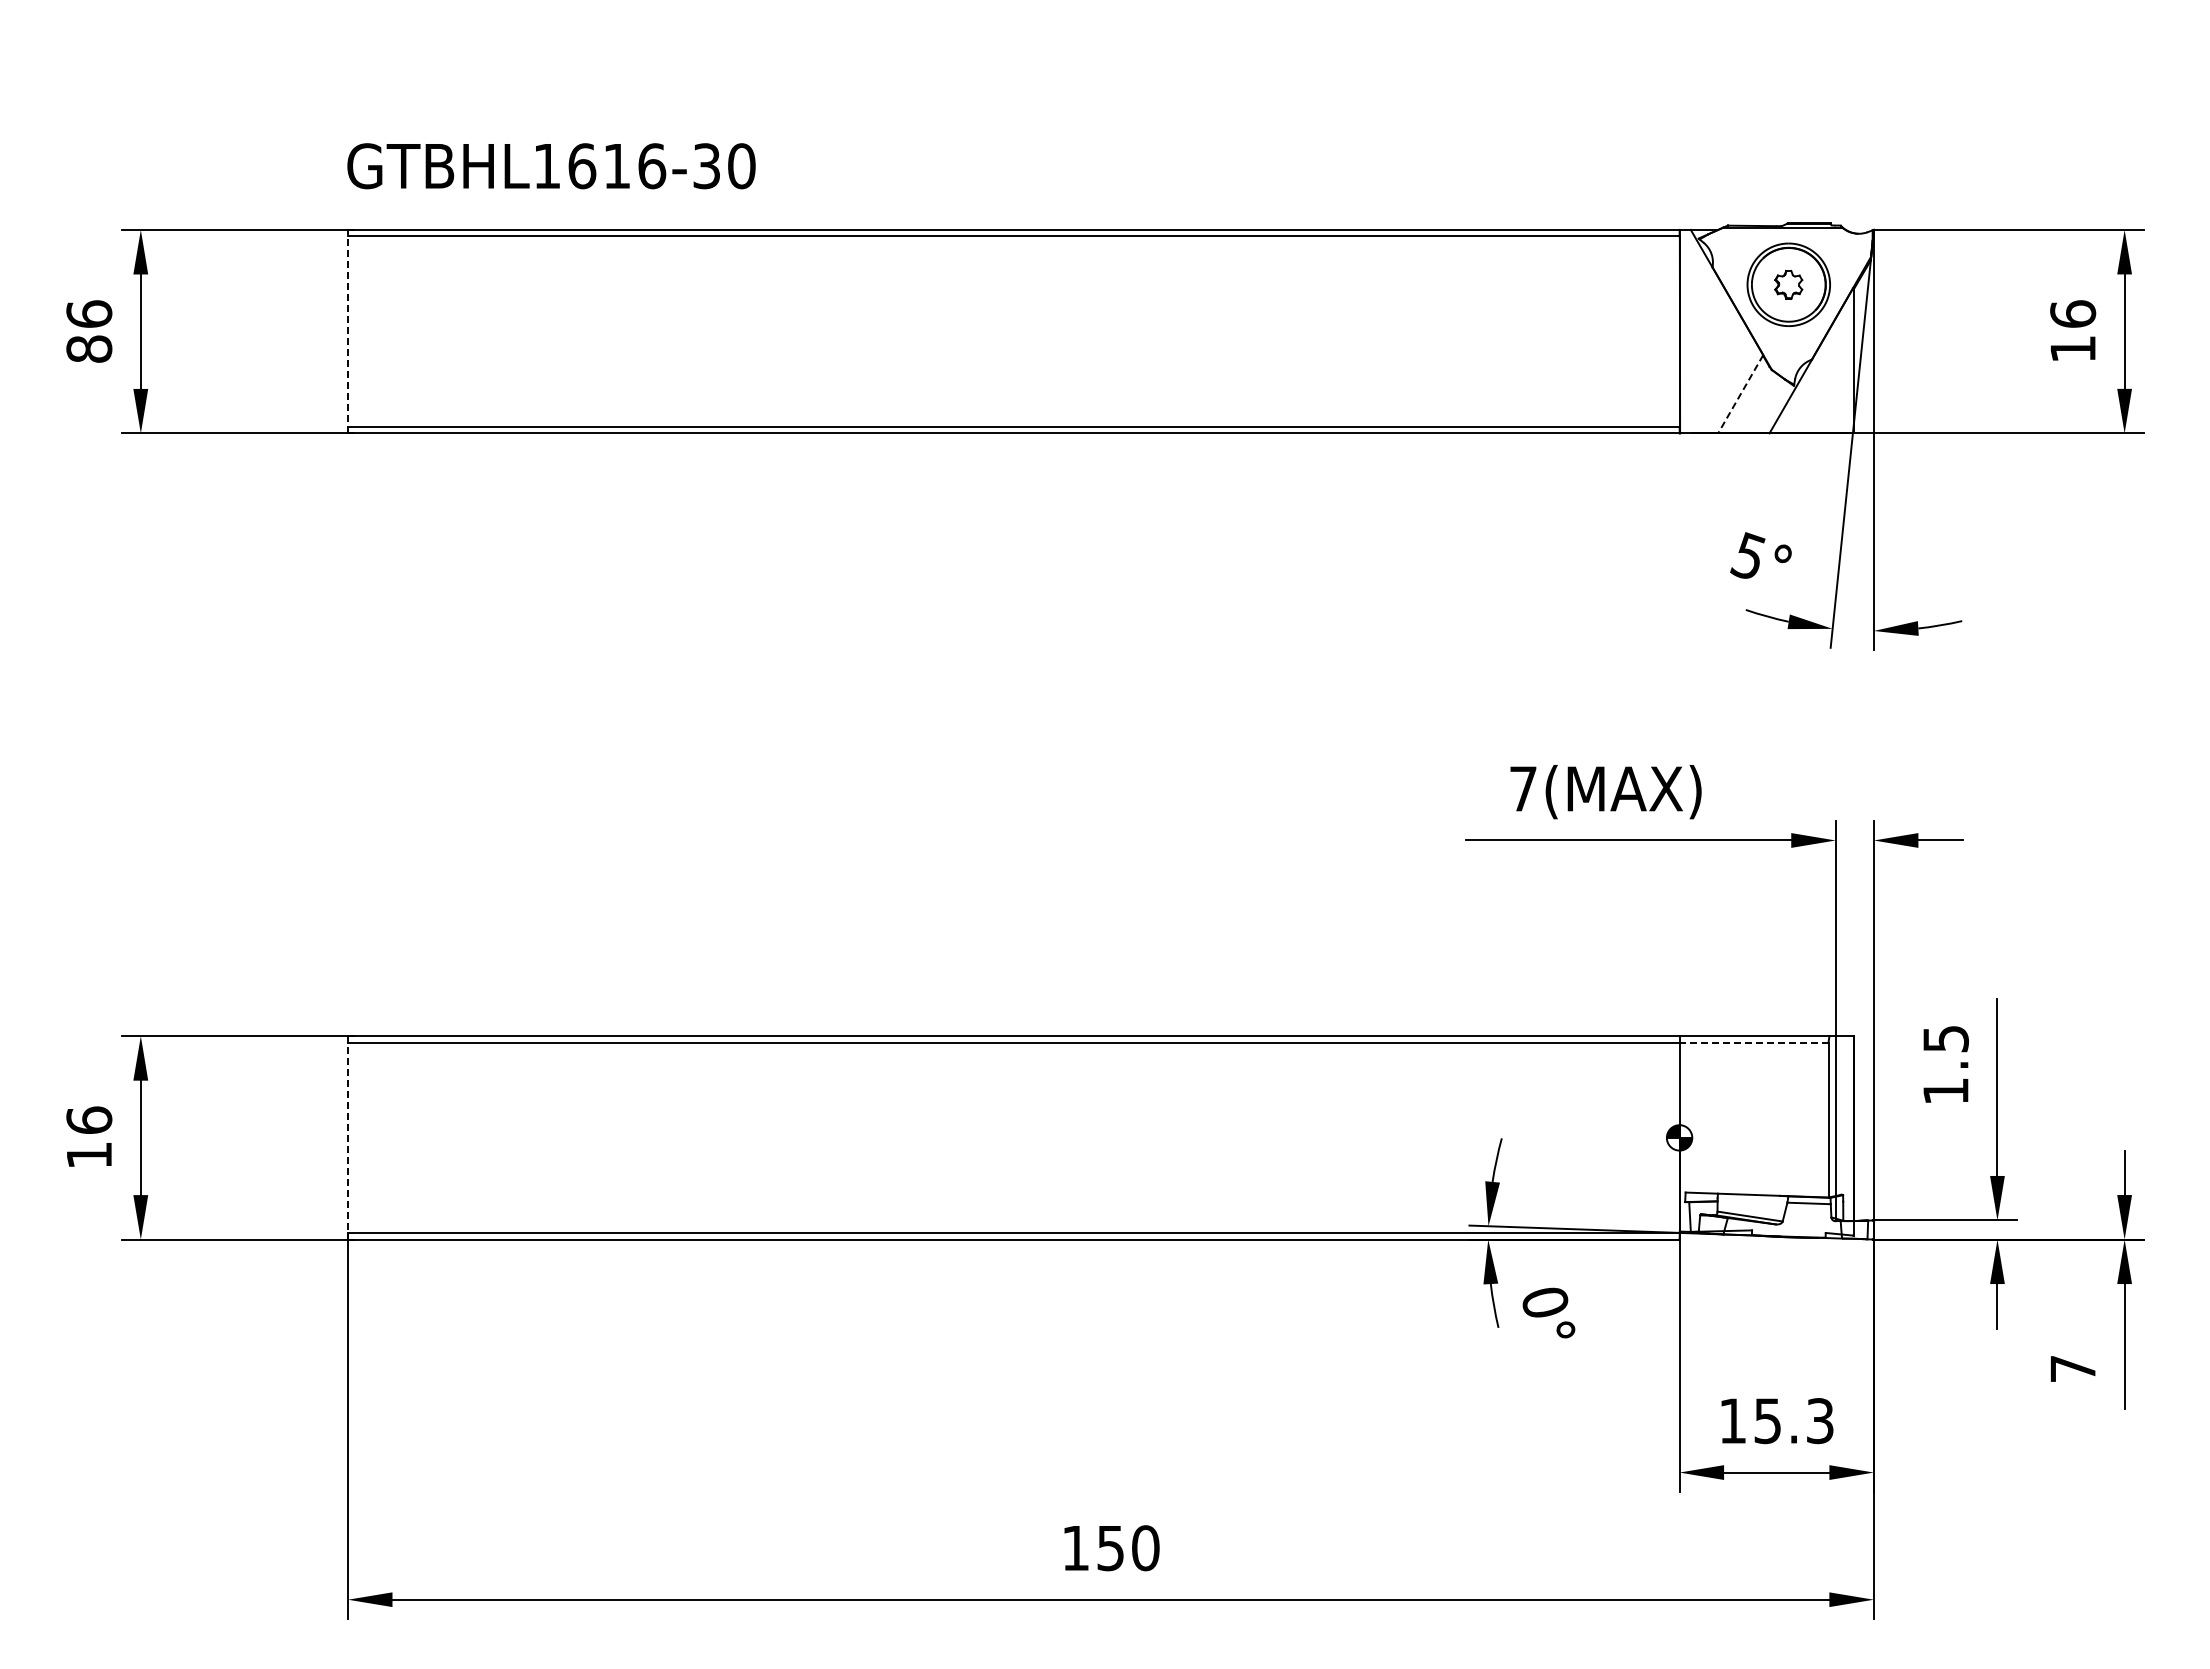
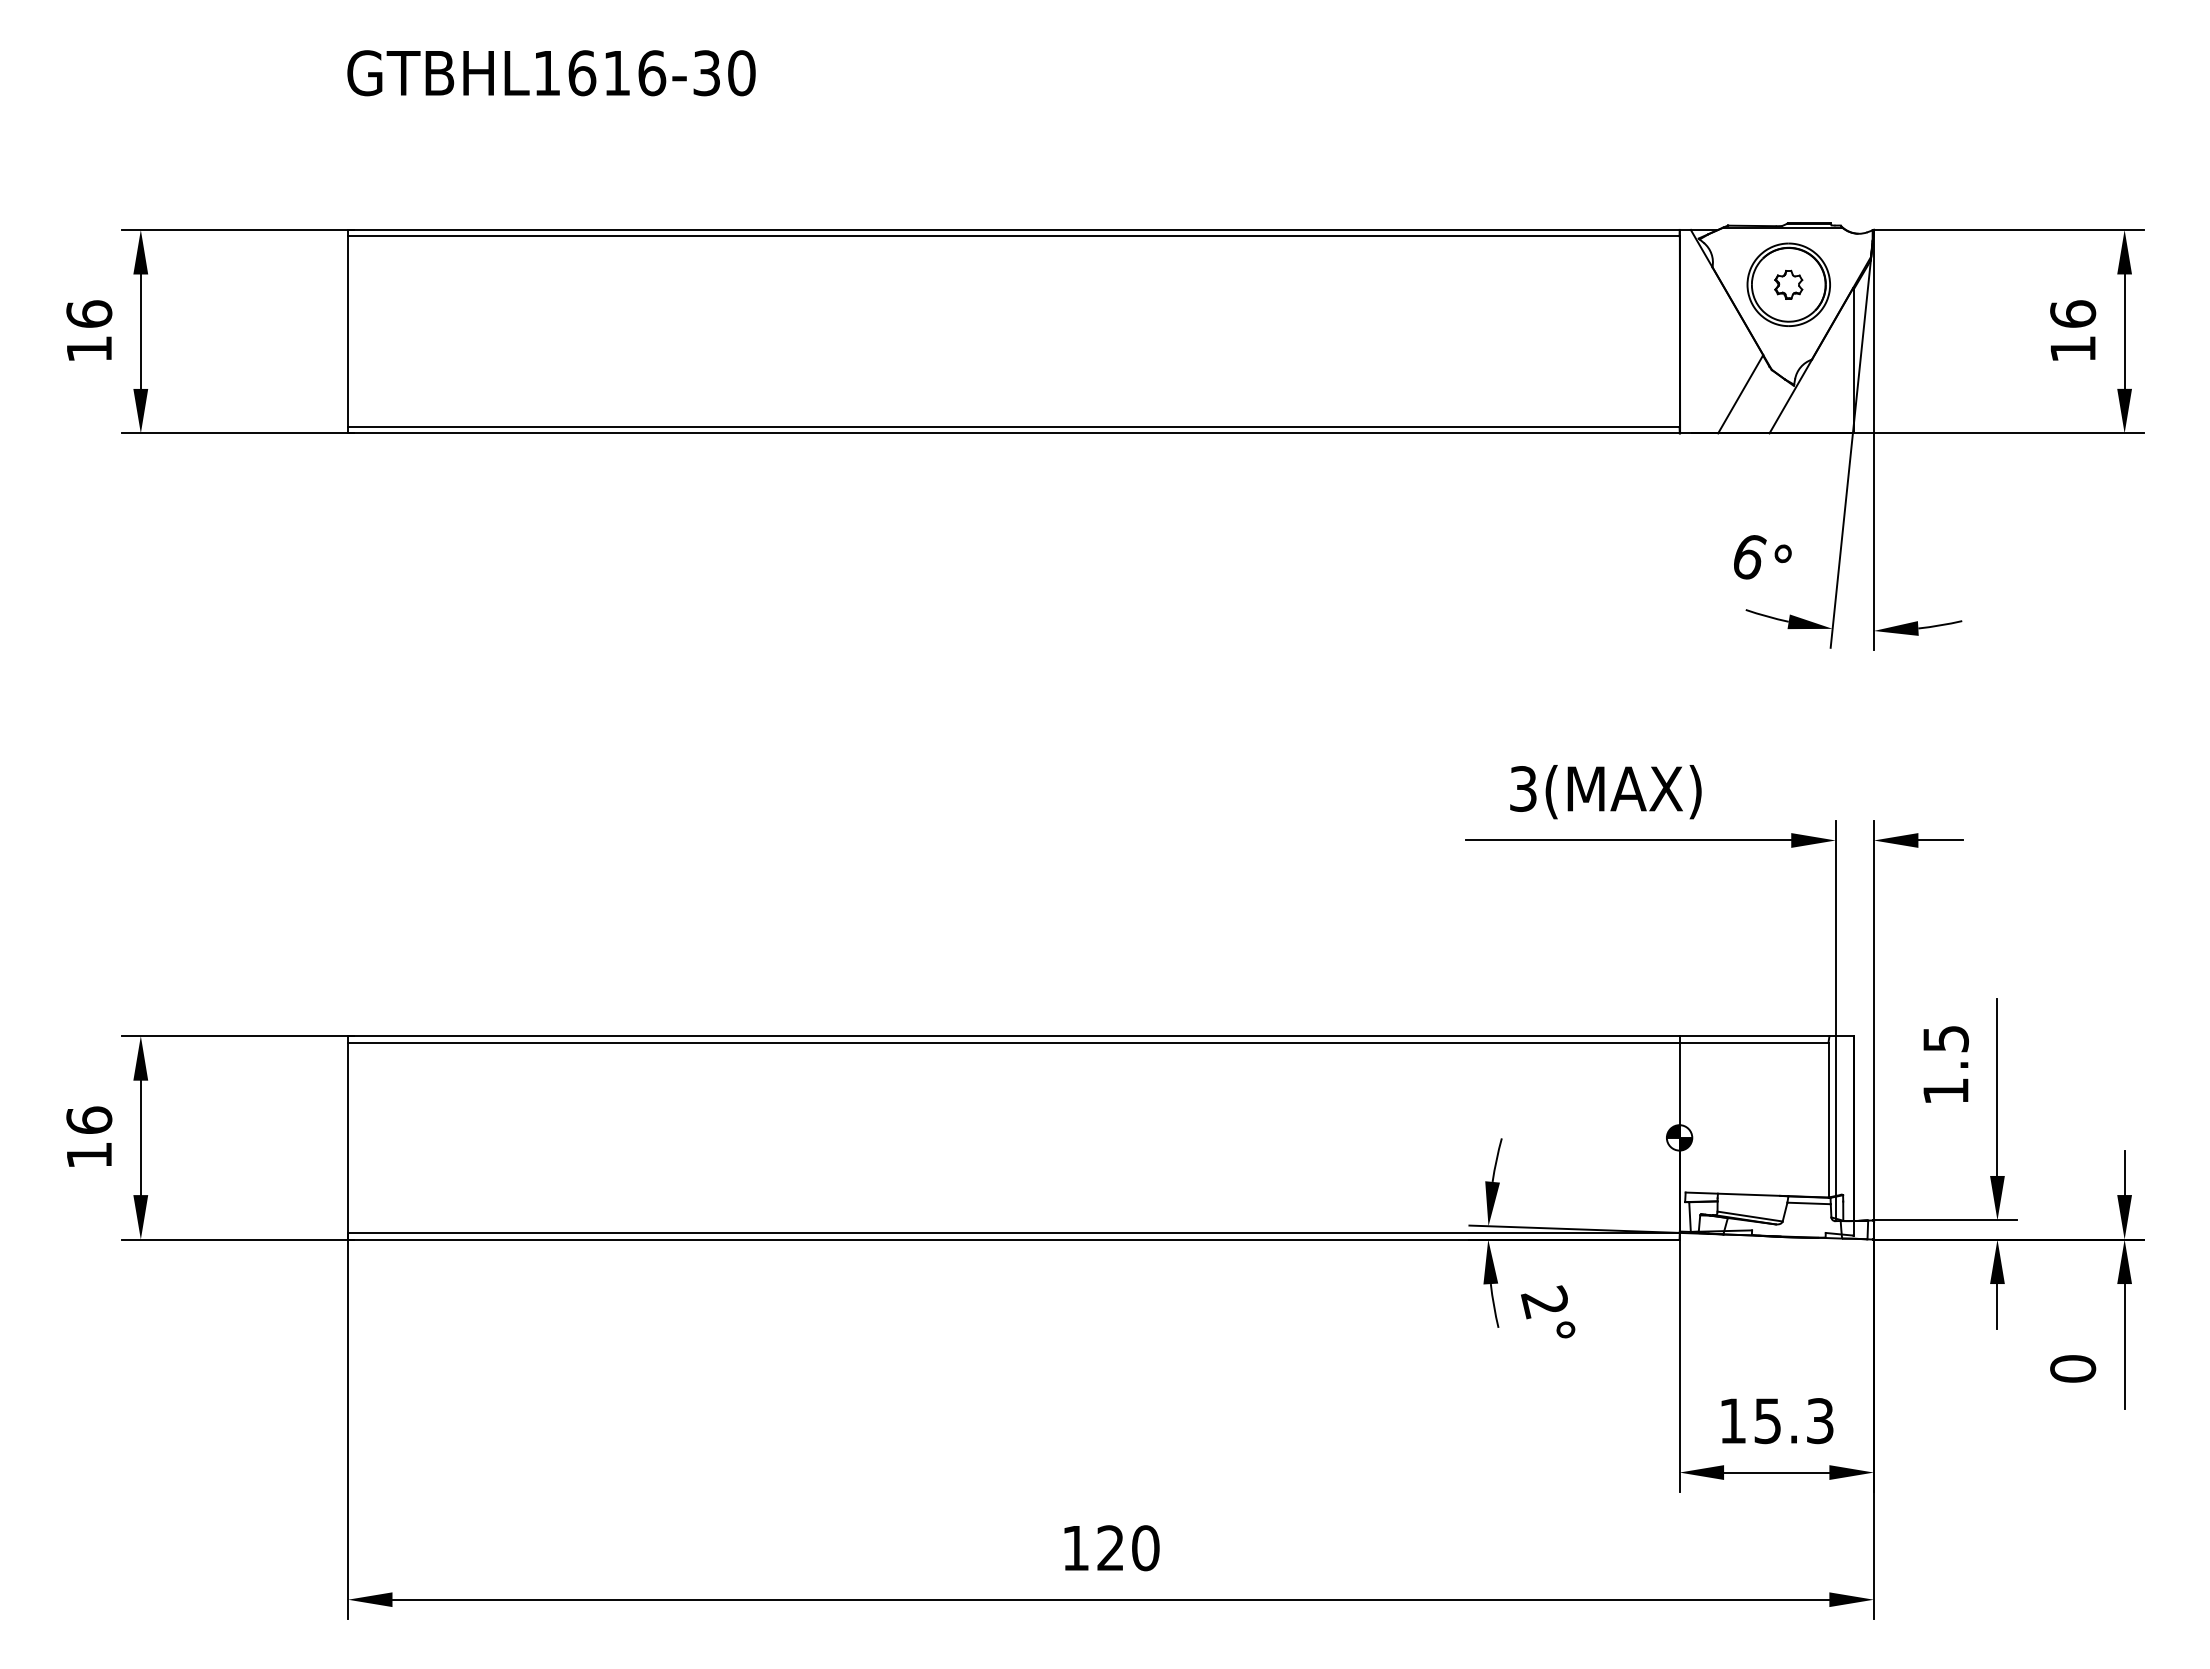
text at (551, 166) position: (551, 166) -> (551, 73)
line at (348, 331): dashed -> solid
text at (89, 348): 86 -> 16
line at (1740, 394): dashed -> solid
text at (1748, 555): 5° -> 6°
text at (1523, 788): 7(MAX) -> 3(MAX)
line at (1753, 1042): dashed -> solid
line at (348, 1137): dashed -> solid
text at (1544, 1302): 0° -> 2°
text at (2073, 1368): 7 -> 0
text at (1110, 1548): 150 -> 120
